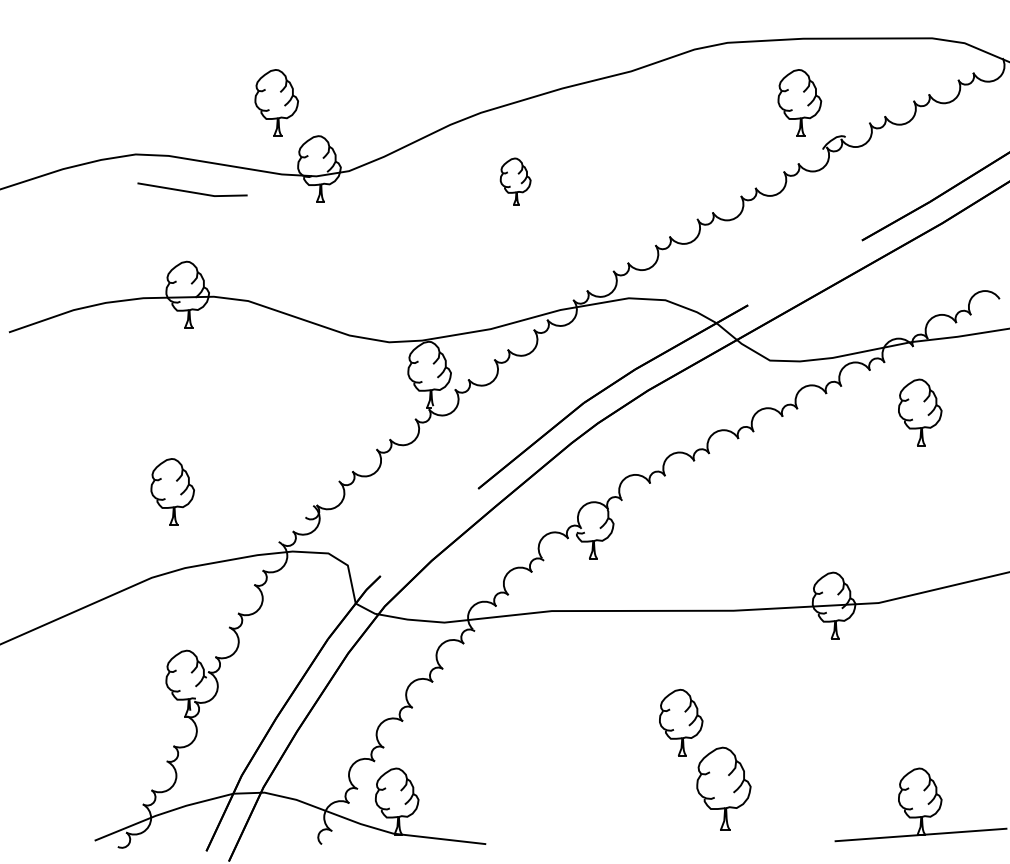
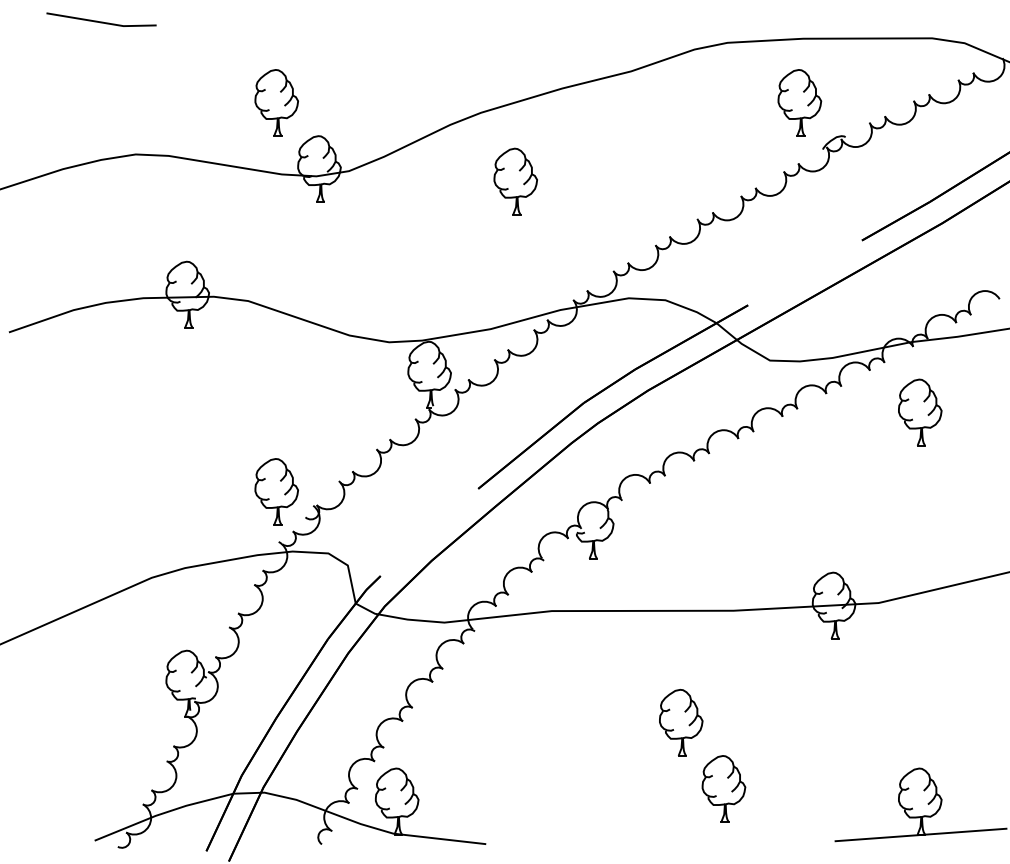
part at (515, 181) size: 33x49 px -> 45x69 px
line at (192, 191) position: (192, 191) -> (101, 21)
part at (172, 491) position: (172, 491) -> (276, 491)
part at (723, 788) size: 56x85 px -> 46x68 px
